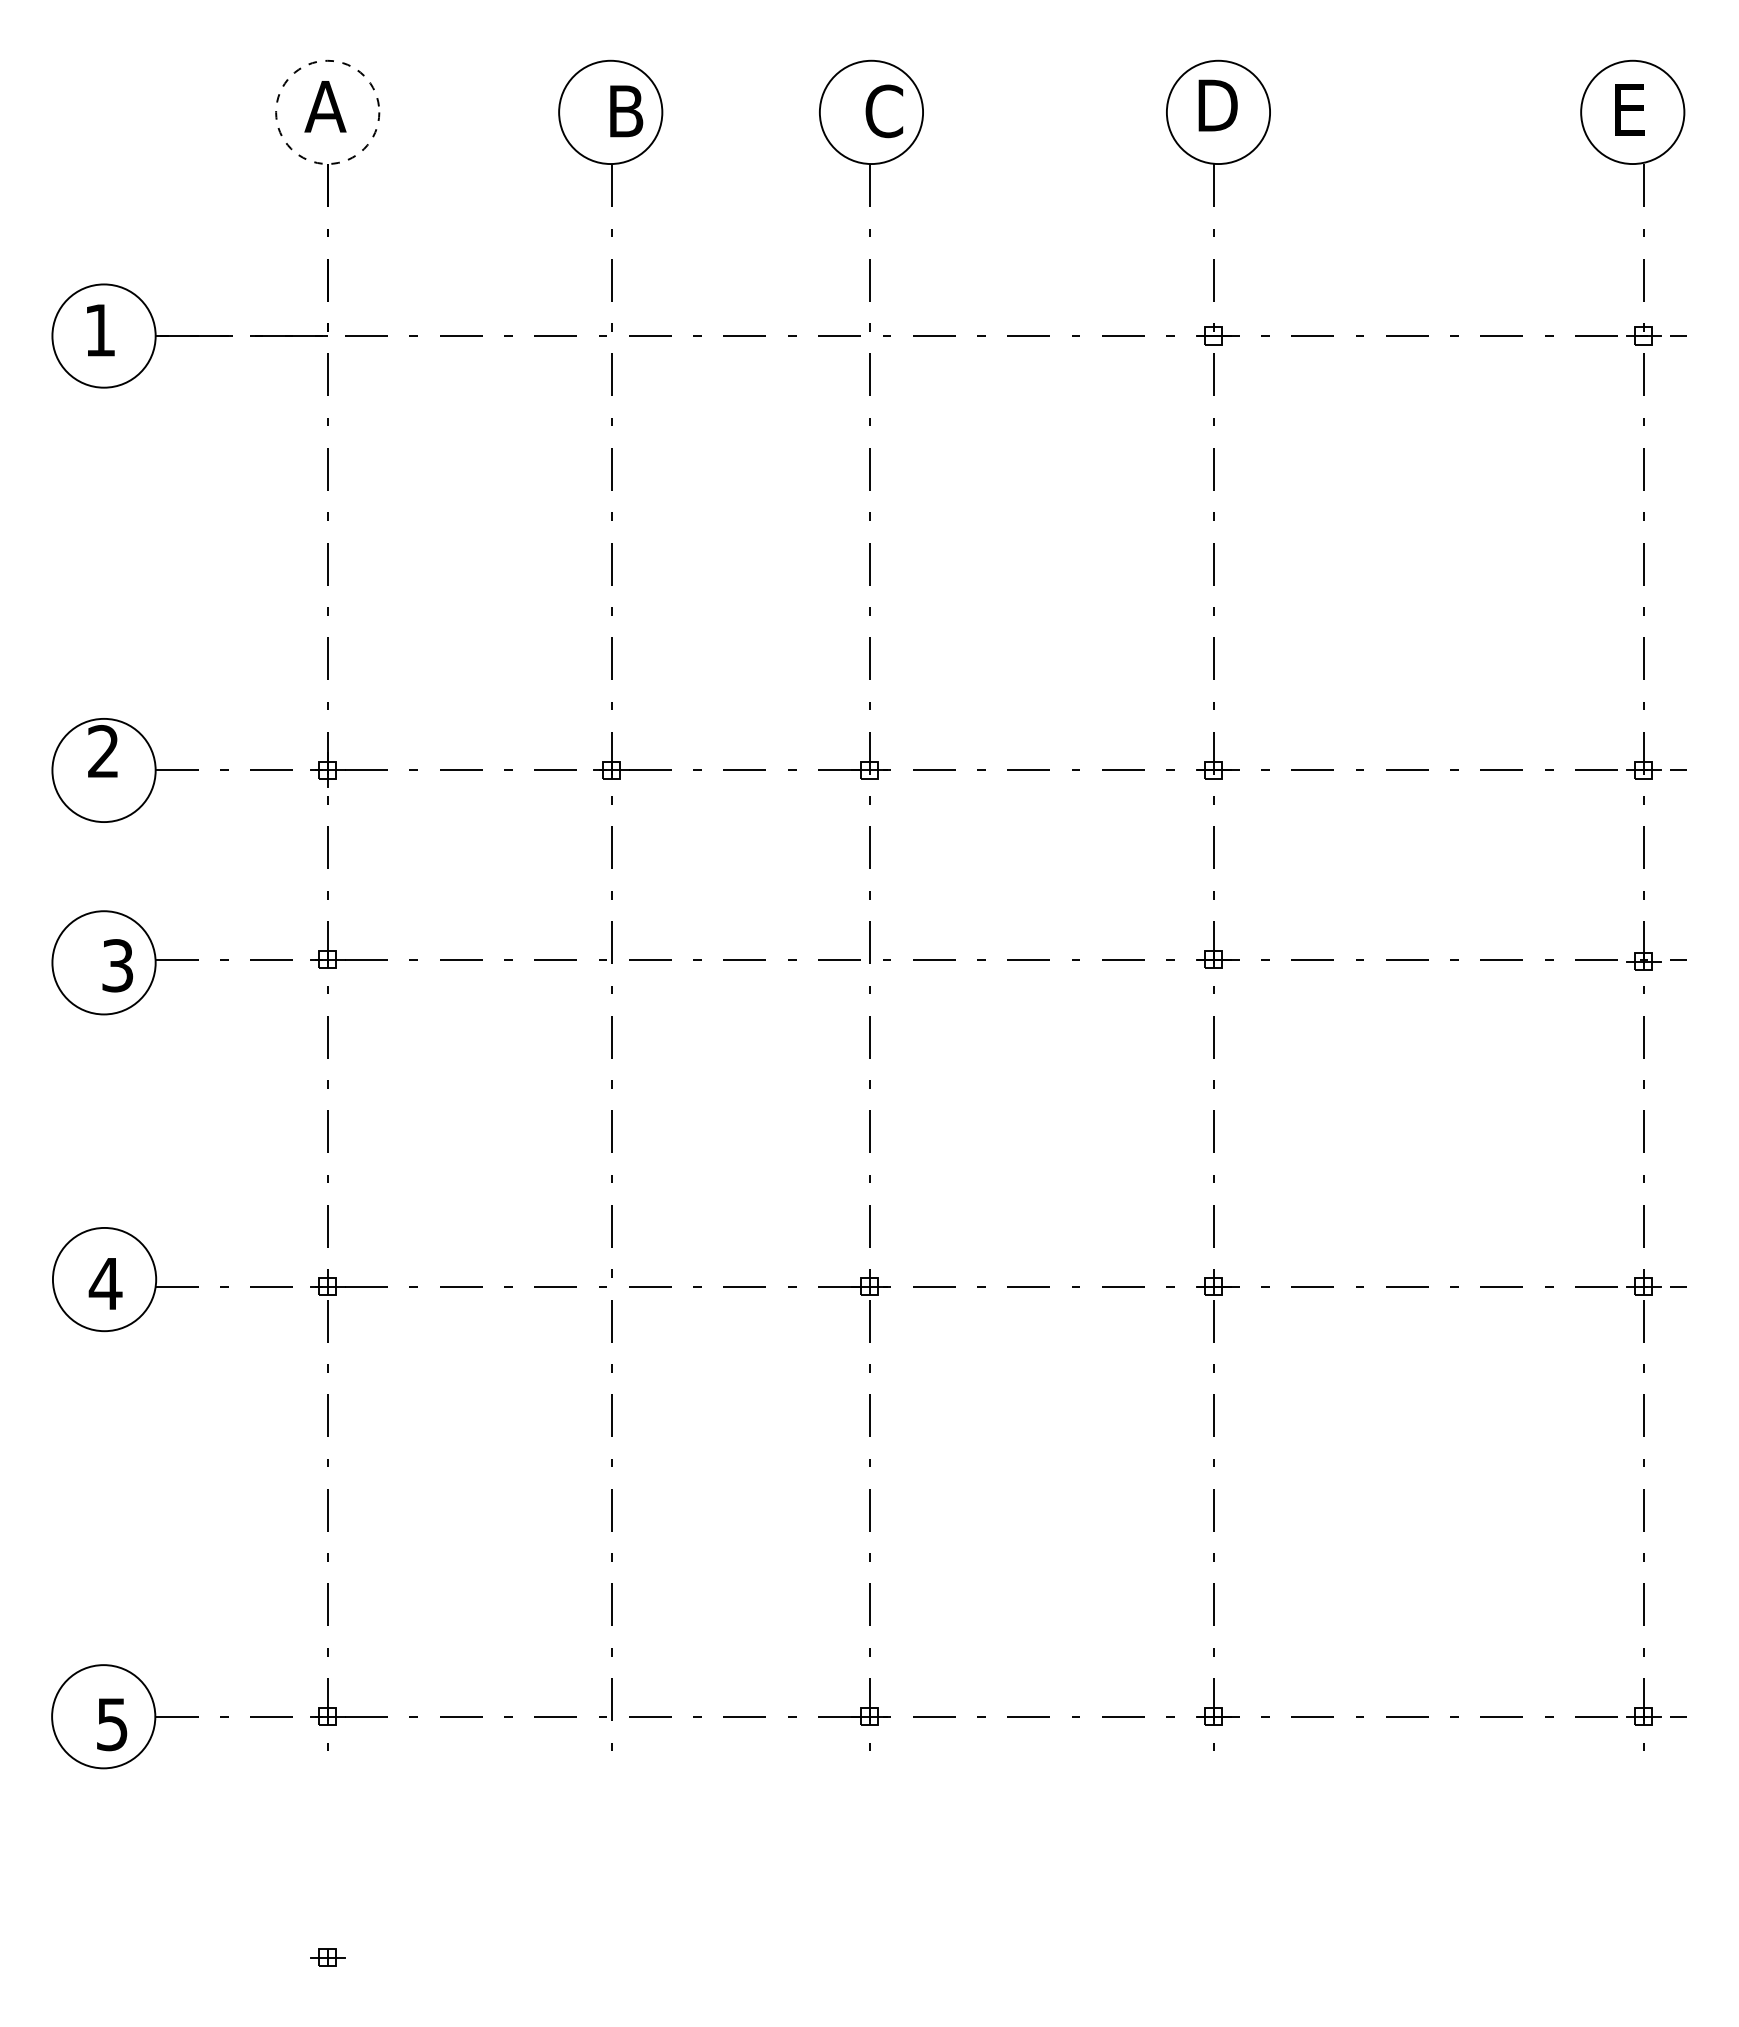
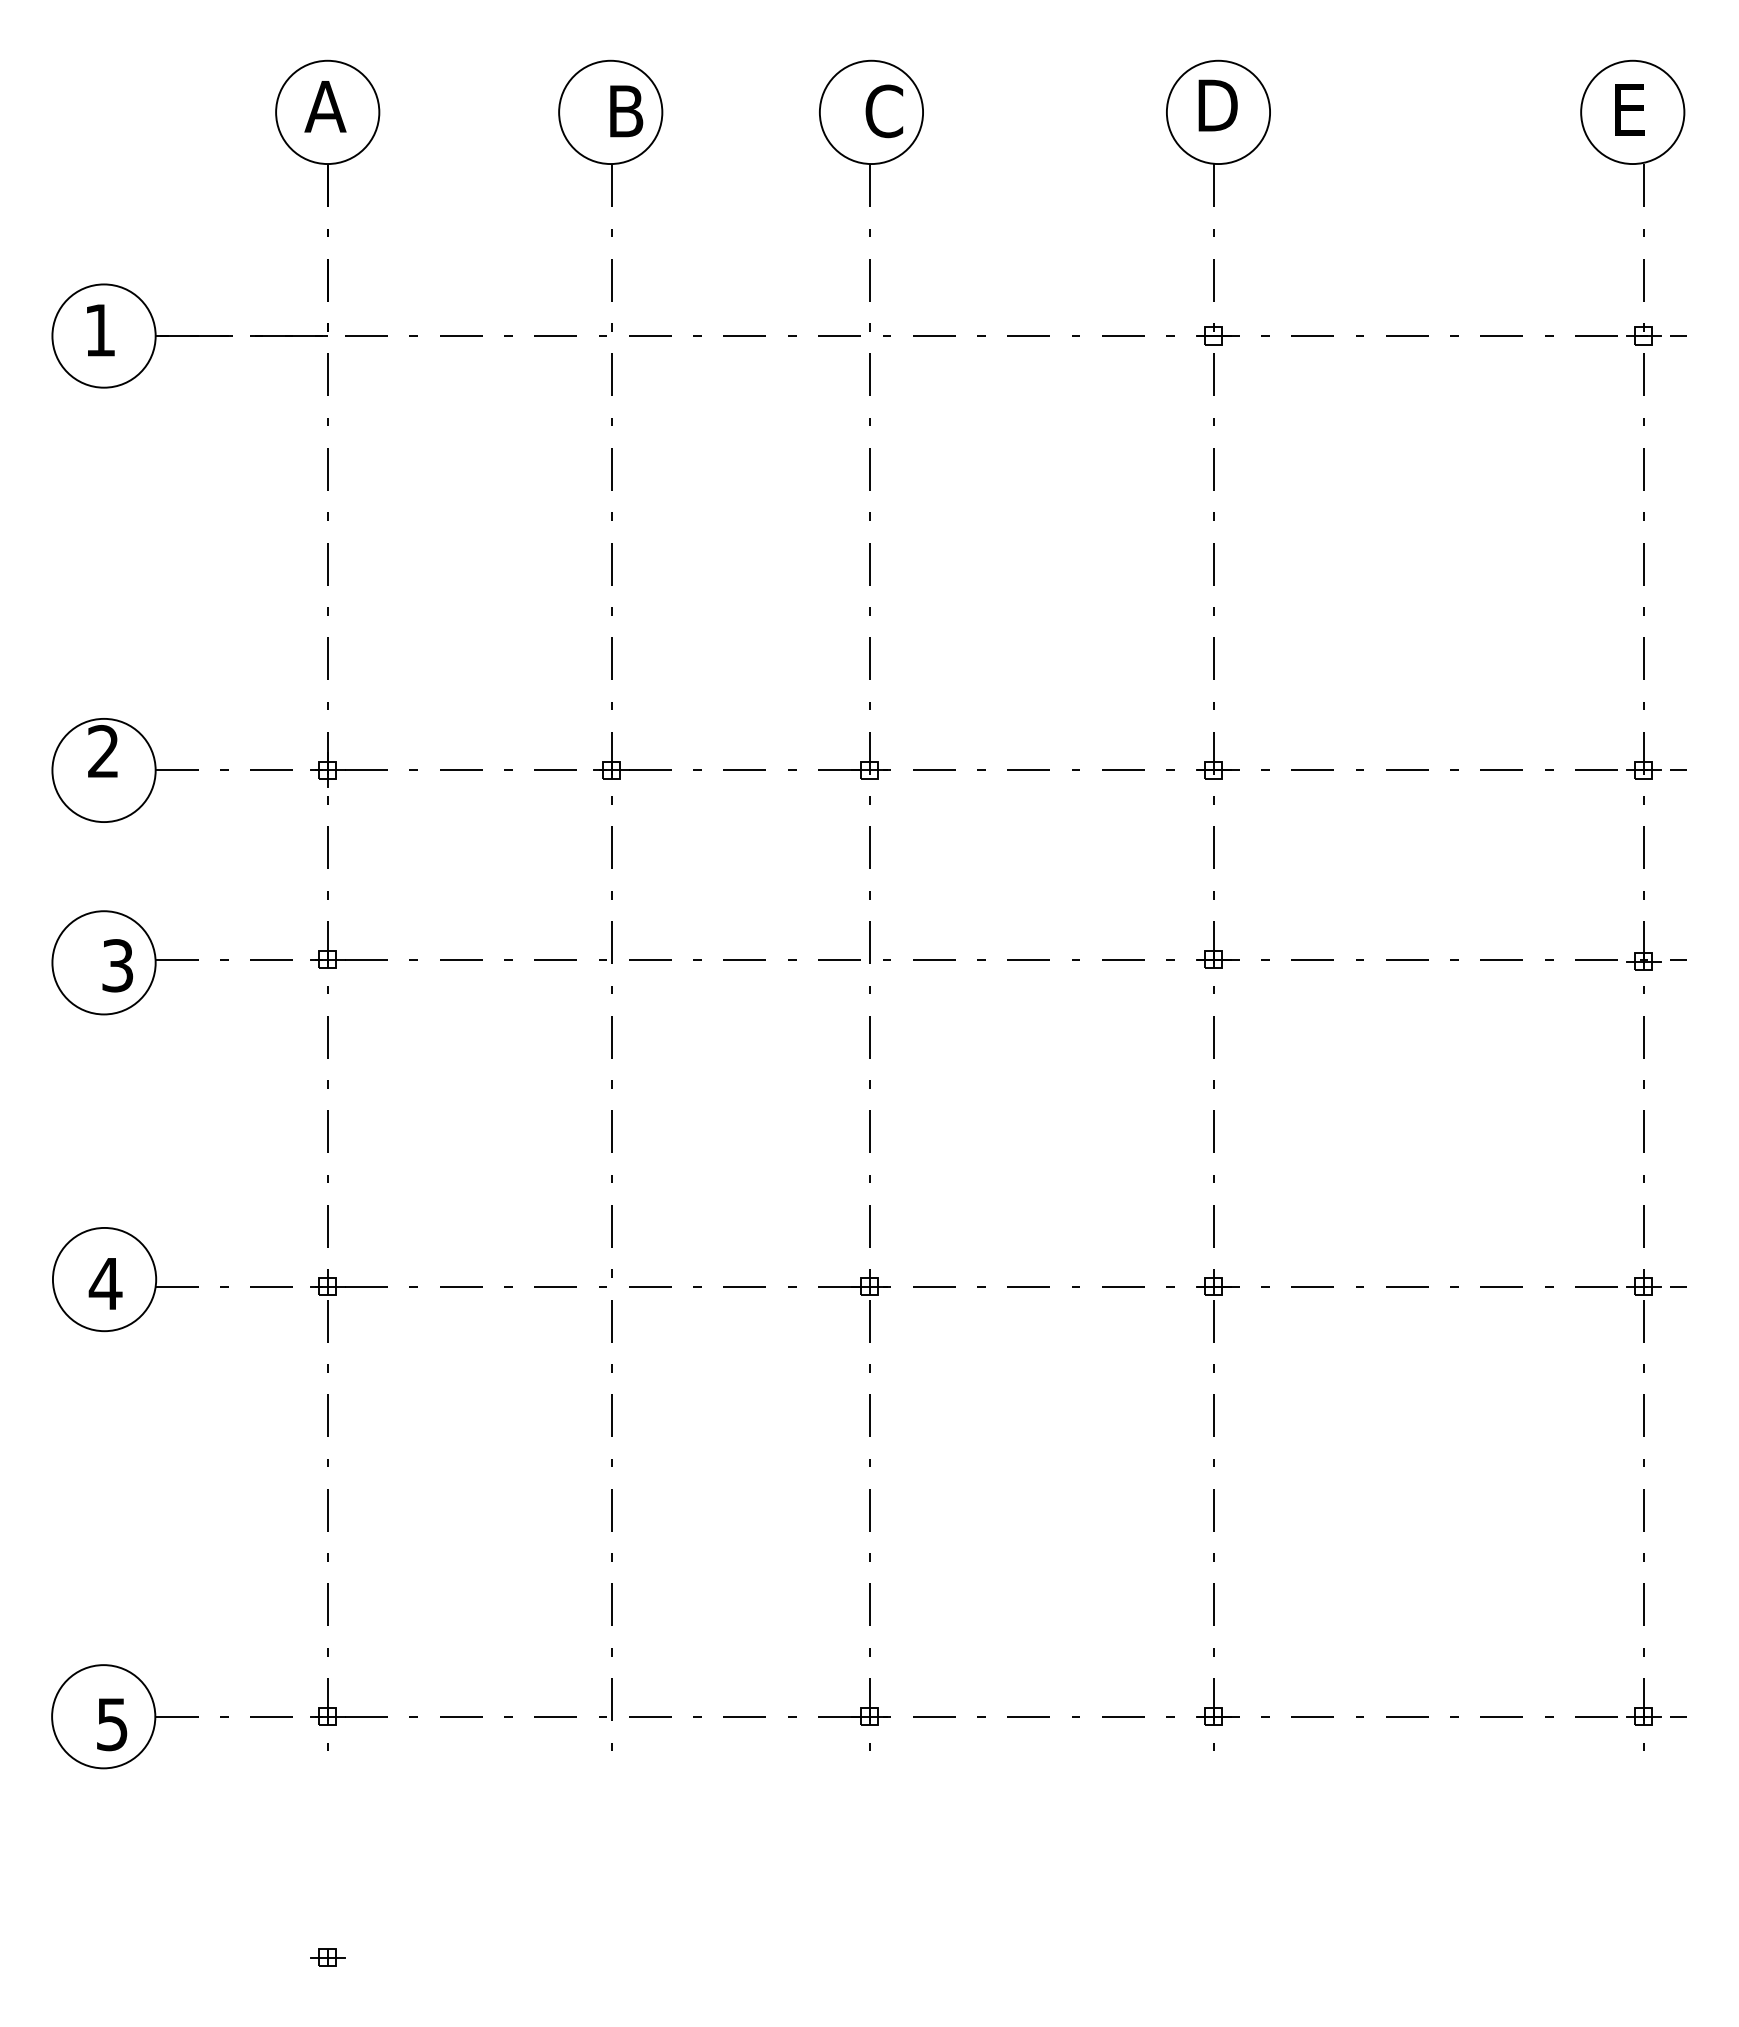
circle at (327, 112): dashed -> solid
